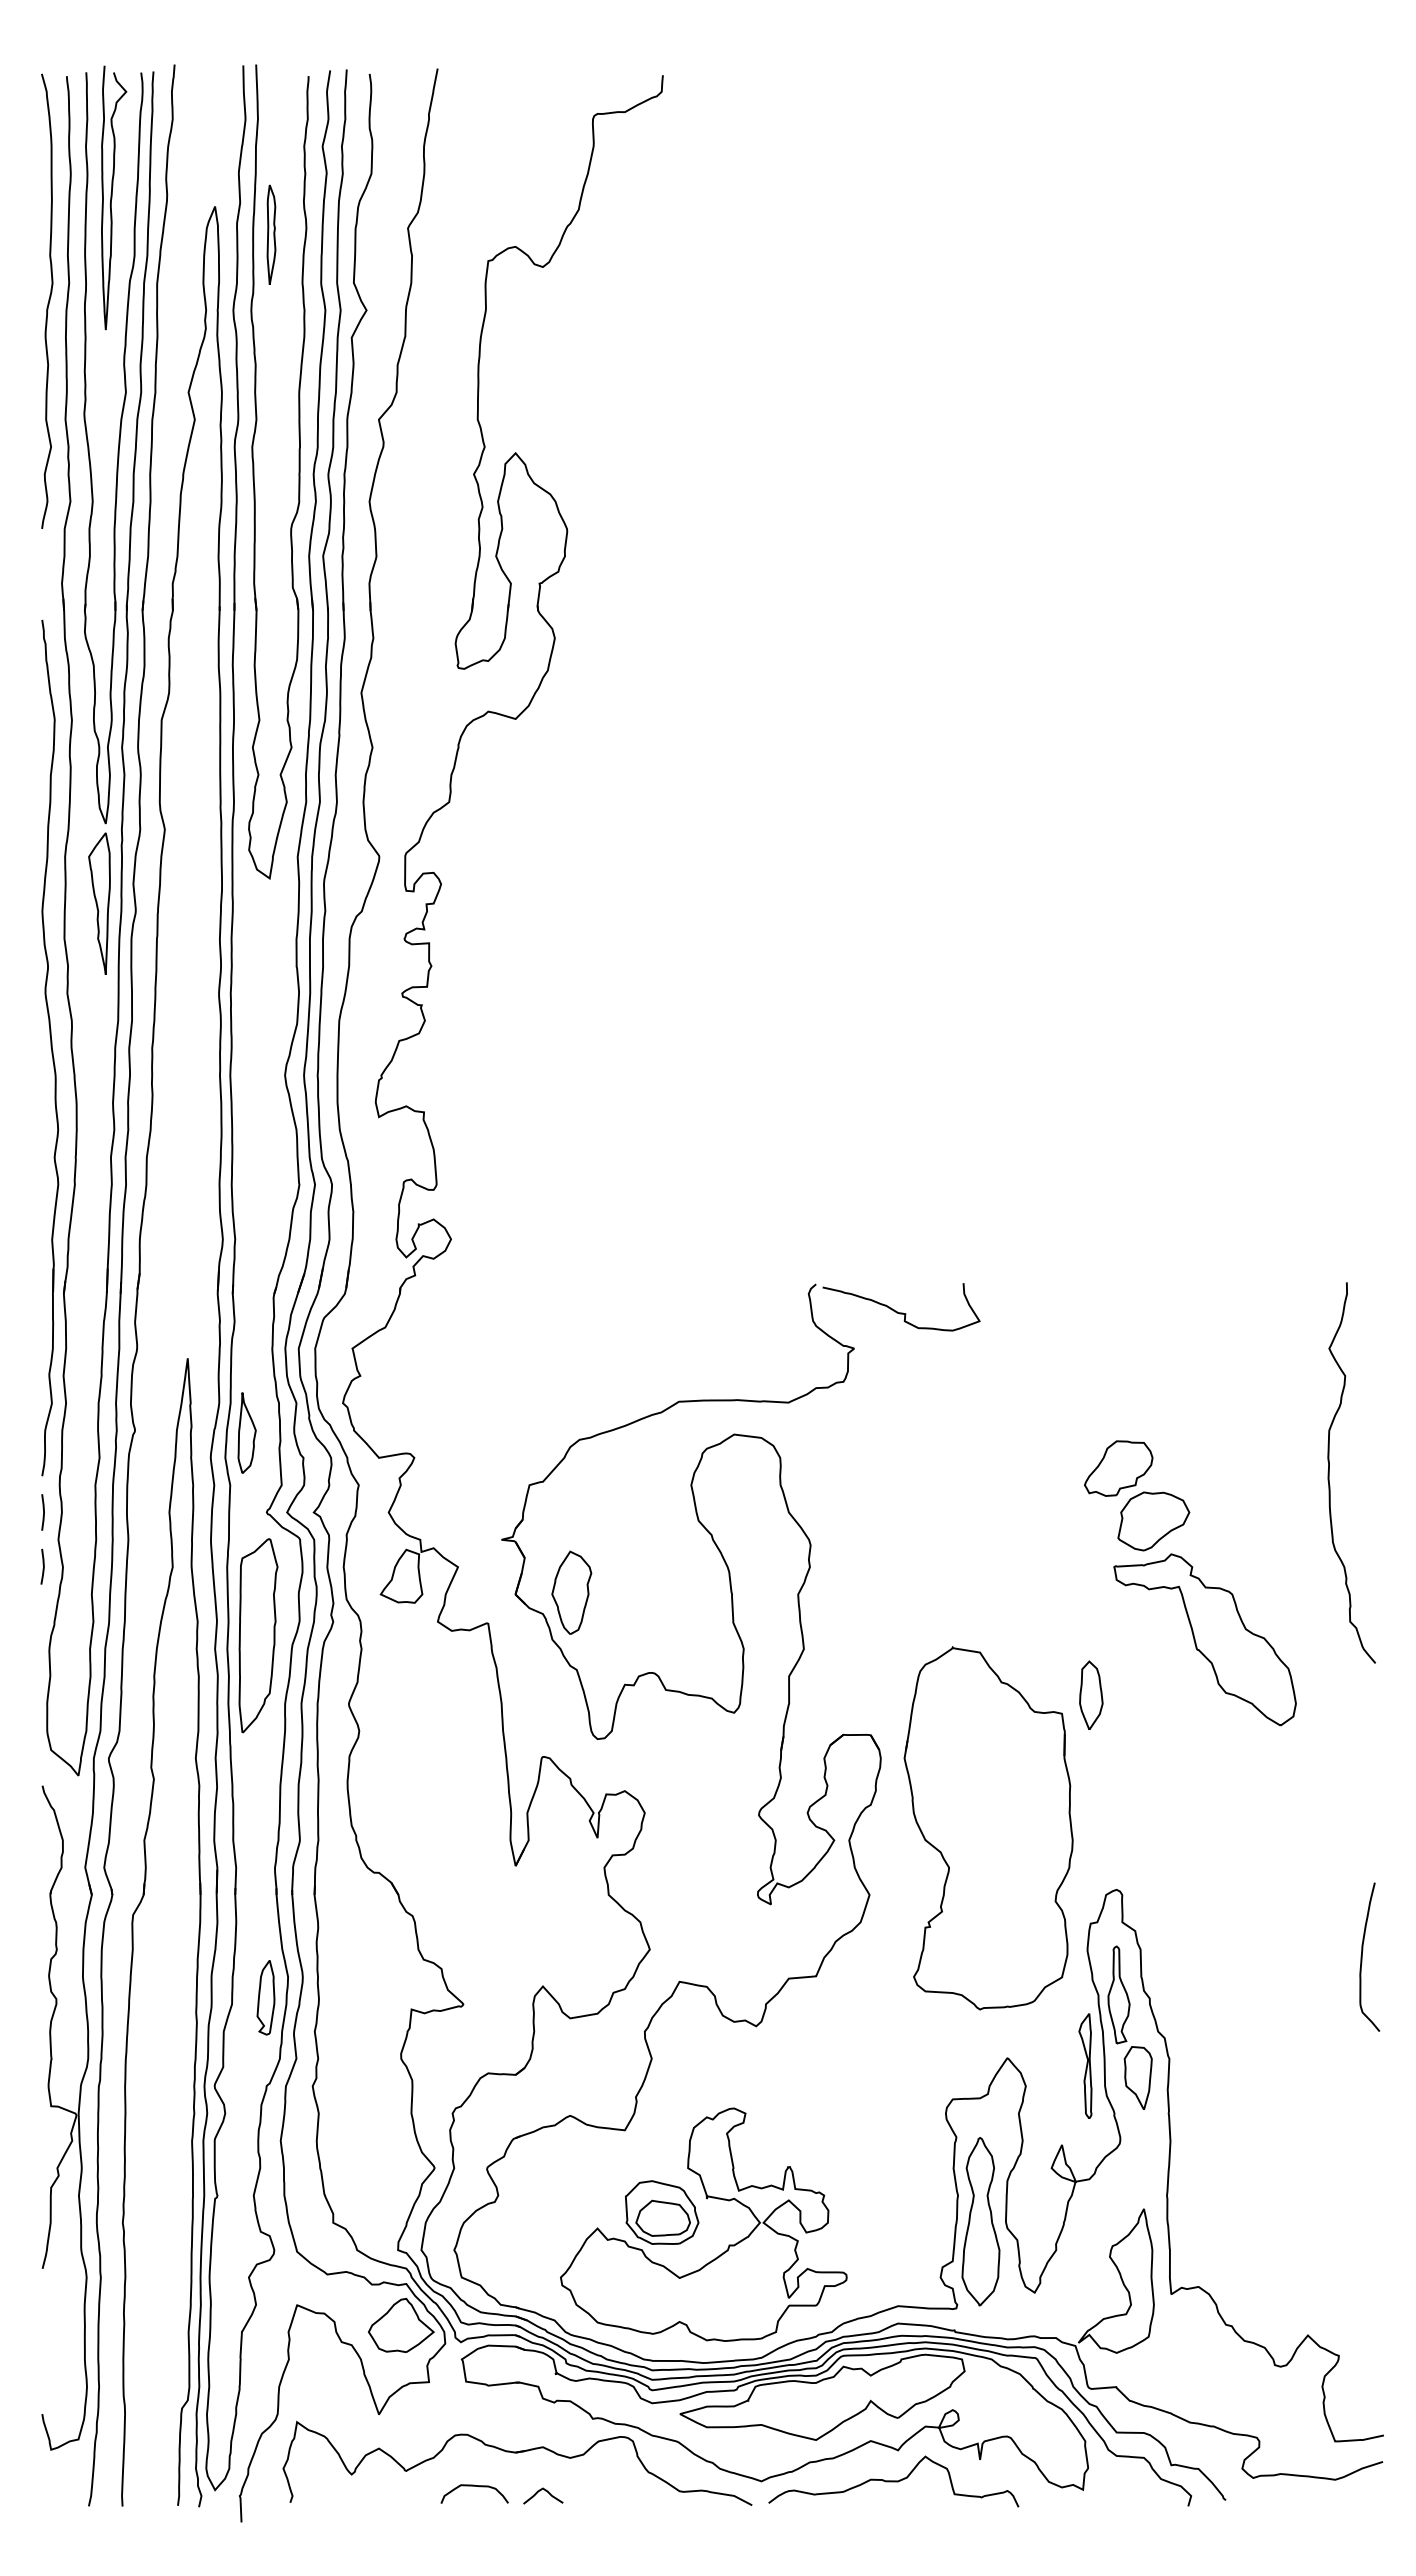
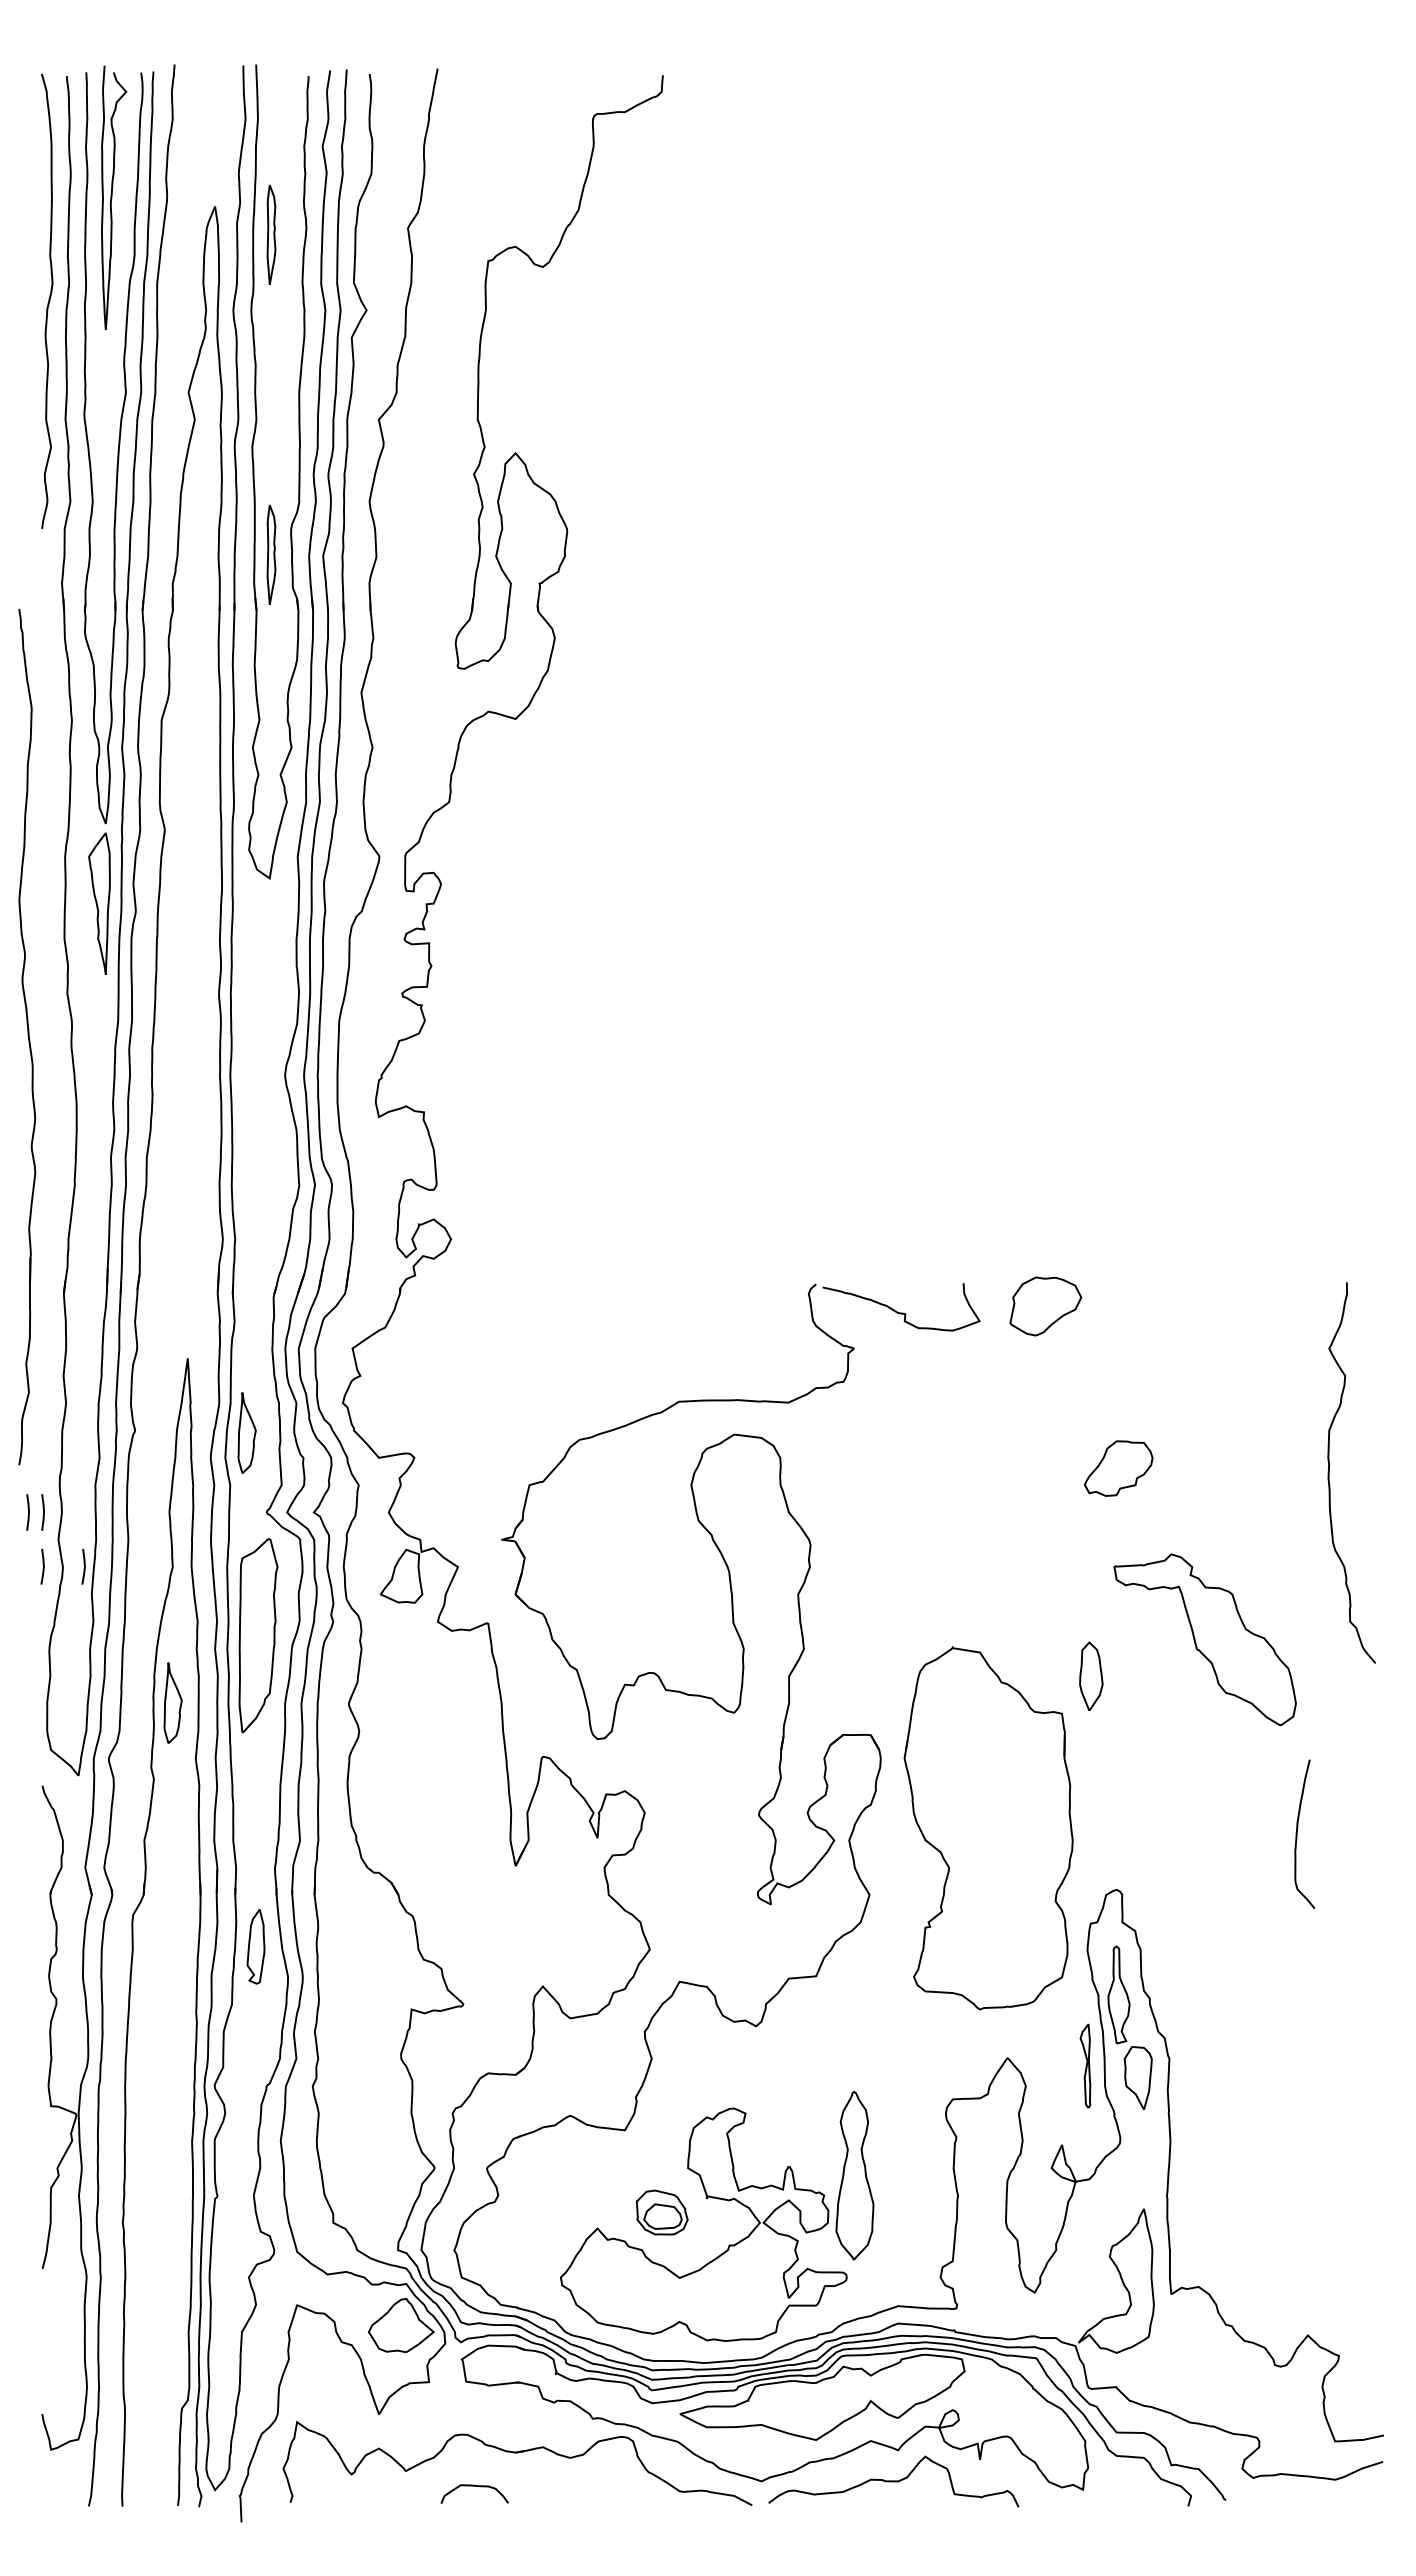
part at (271, 554): none -> present
part at (50, 1047) position: (50, 1047) -> (27, 1036)
line at (28, 1512): none -> present
part at (1153, 1521) position: (1153, 1521) -> (1045, 1306)
line at (84, 1566): none -> present
part at (571, 1592): present -> none
part at (1091, 1694) position: (1091, 1694) -> (1091, 1675)
part at (172, 1702): none -> present
curve at (1362, 1956) position: (1362, 1956) -> (1297, 1833)
part at (265, 1997) position: (265, 1997) -> (255, 1946)
part at (1085, 2065) size: 15x106 px -> 13x86 px
part at (662, 2212) size: 75x65 px -> 53x47 px
part at (980, 2221) position: (980, 2221) -> (854, 2175)
curve at (545, 2491): present -> none
